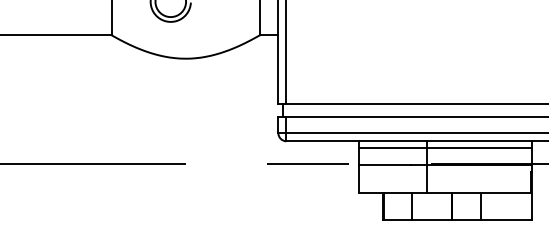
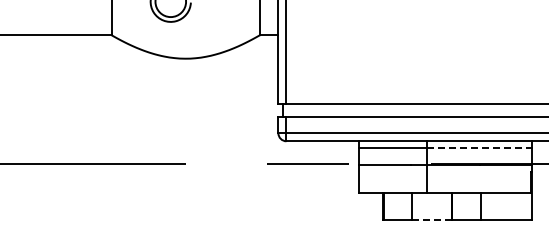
line at (480, 147): solid -> dashed
line at (431, 220): solid -> dashed
